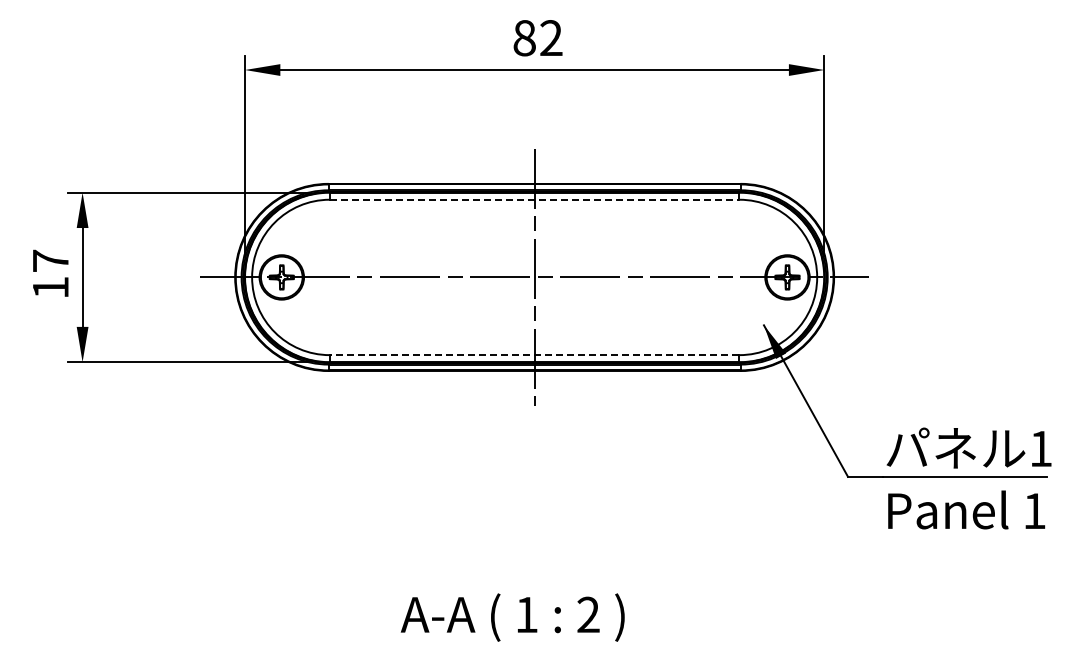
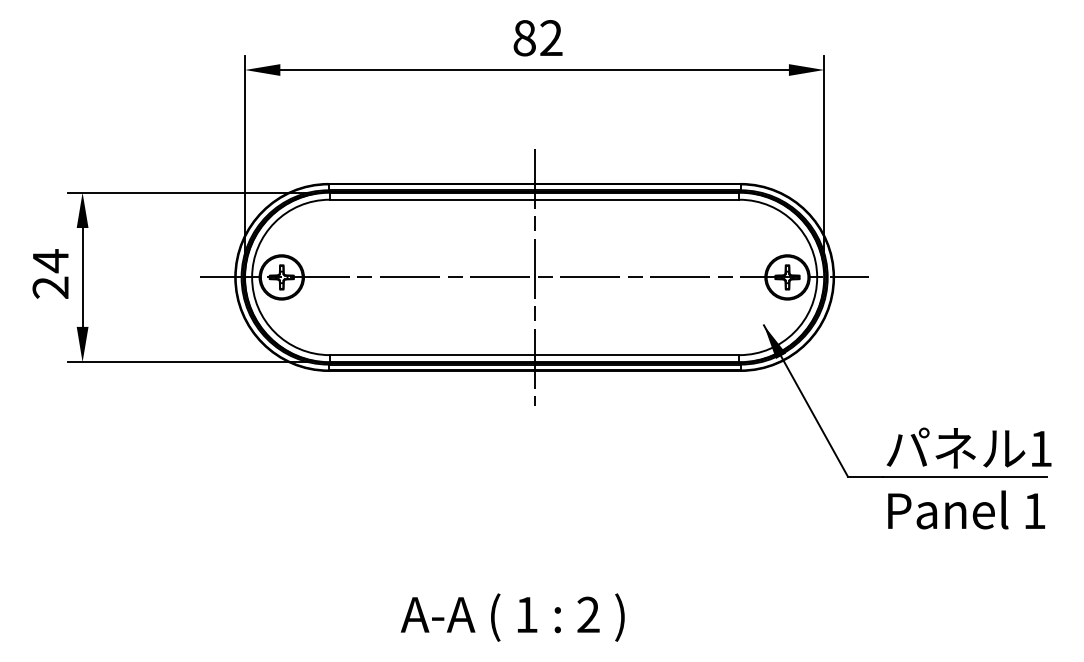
line at (534, 199): dashed -> solid
text at (50, 273): 17 -> 24
line at (534, 355): dashed -> solid
